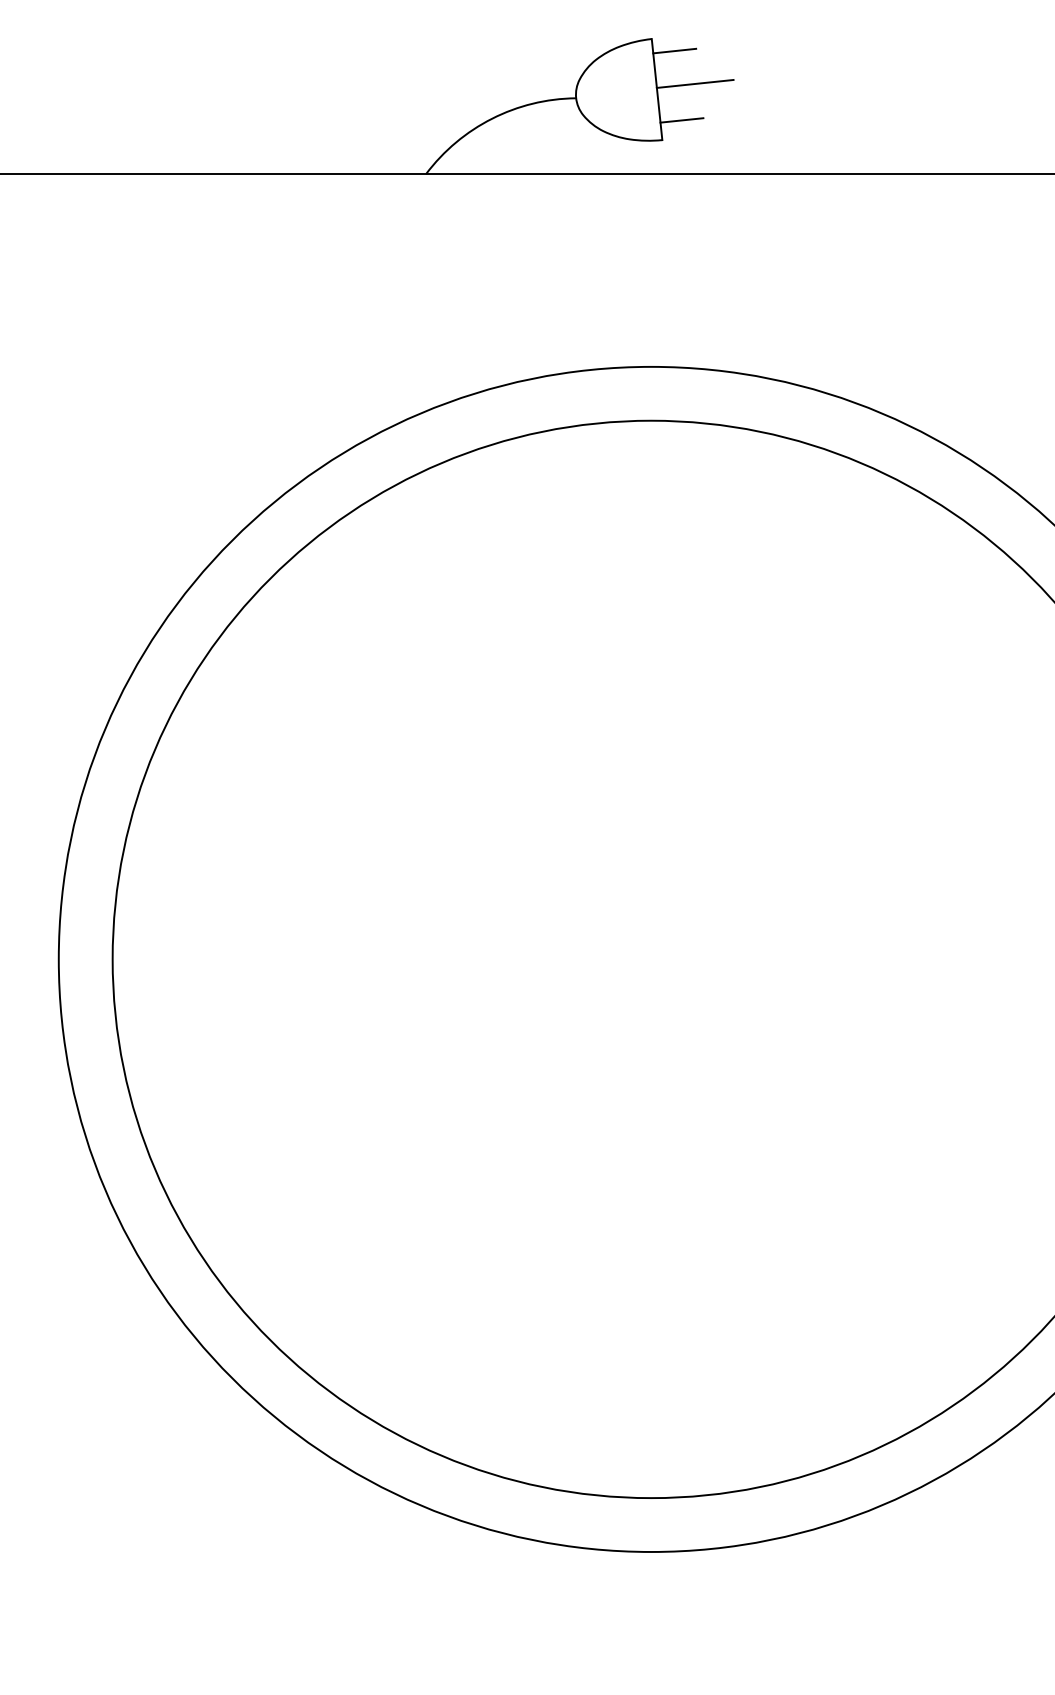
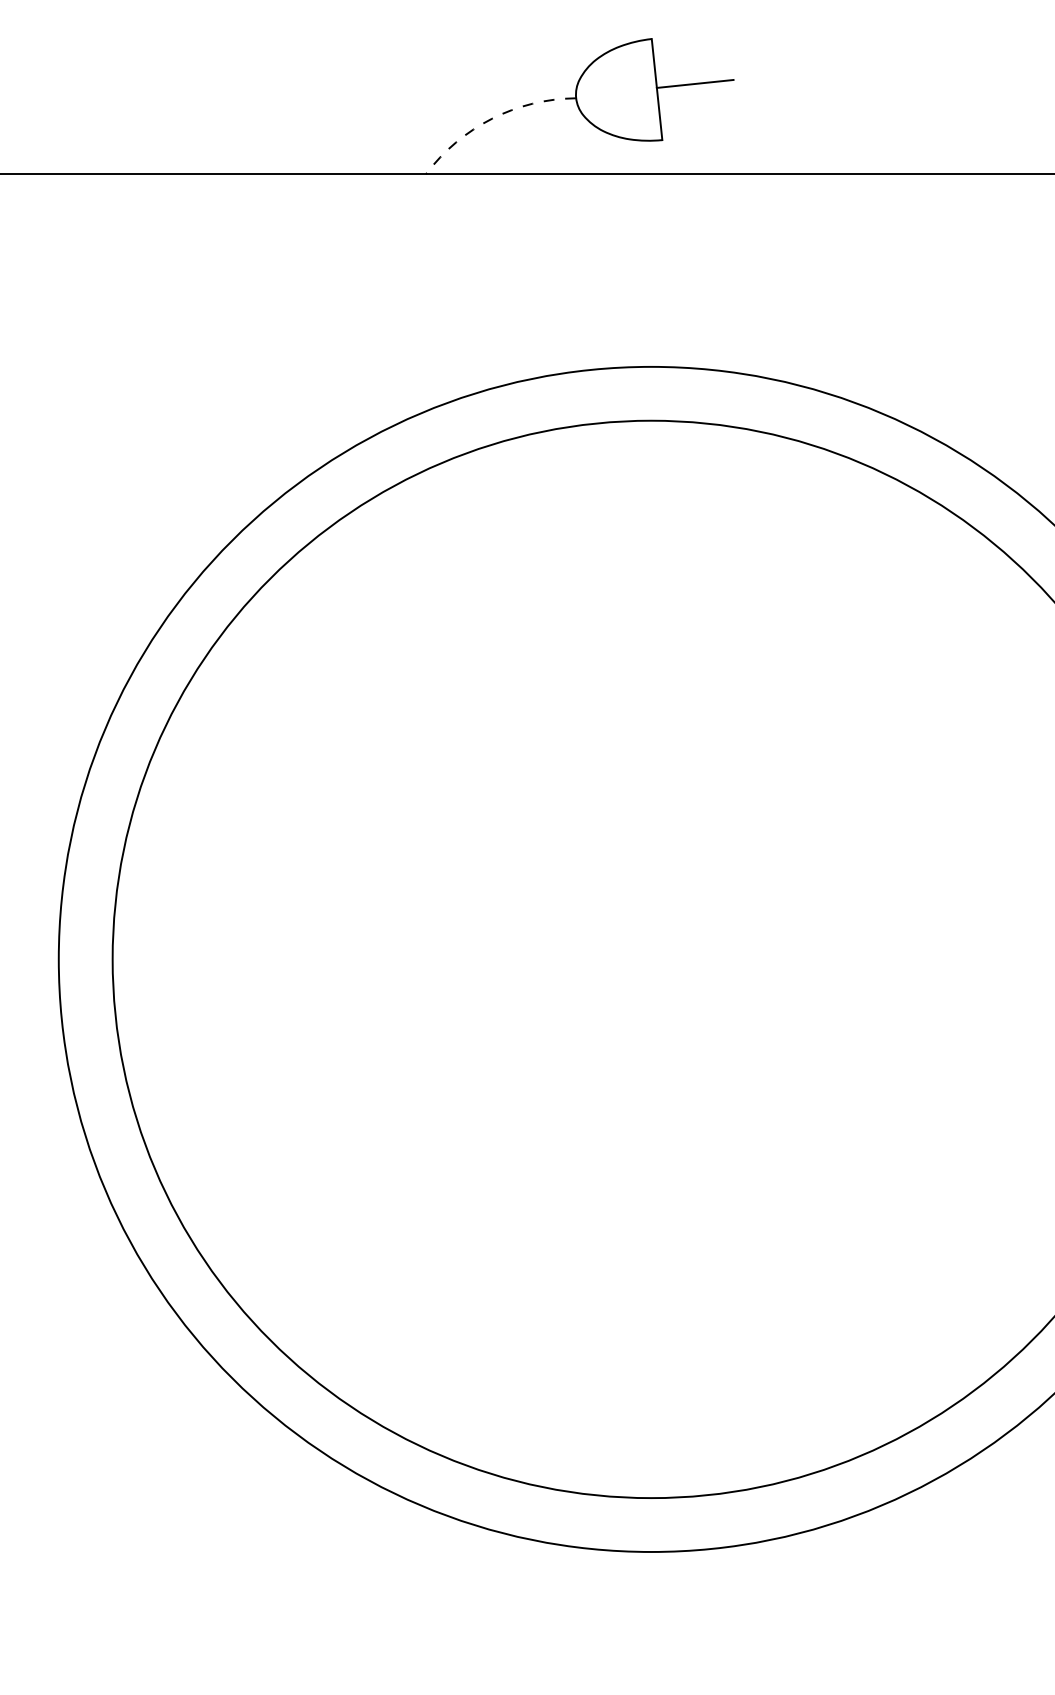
line at (674, 50): present -> none
arc at (492, 118): solid -> dashed
line at (681, 120): present -> none
